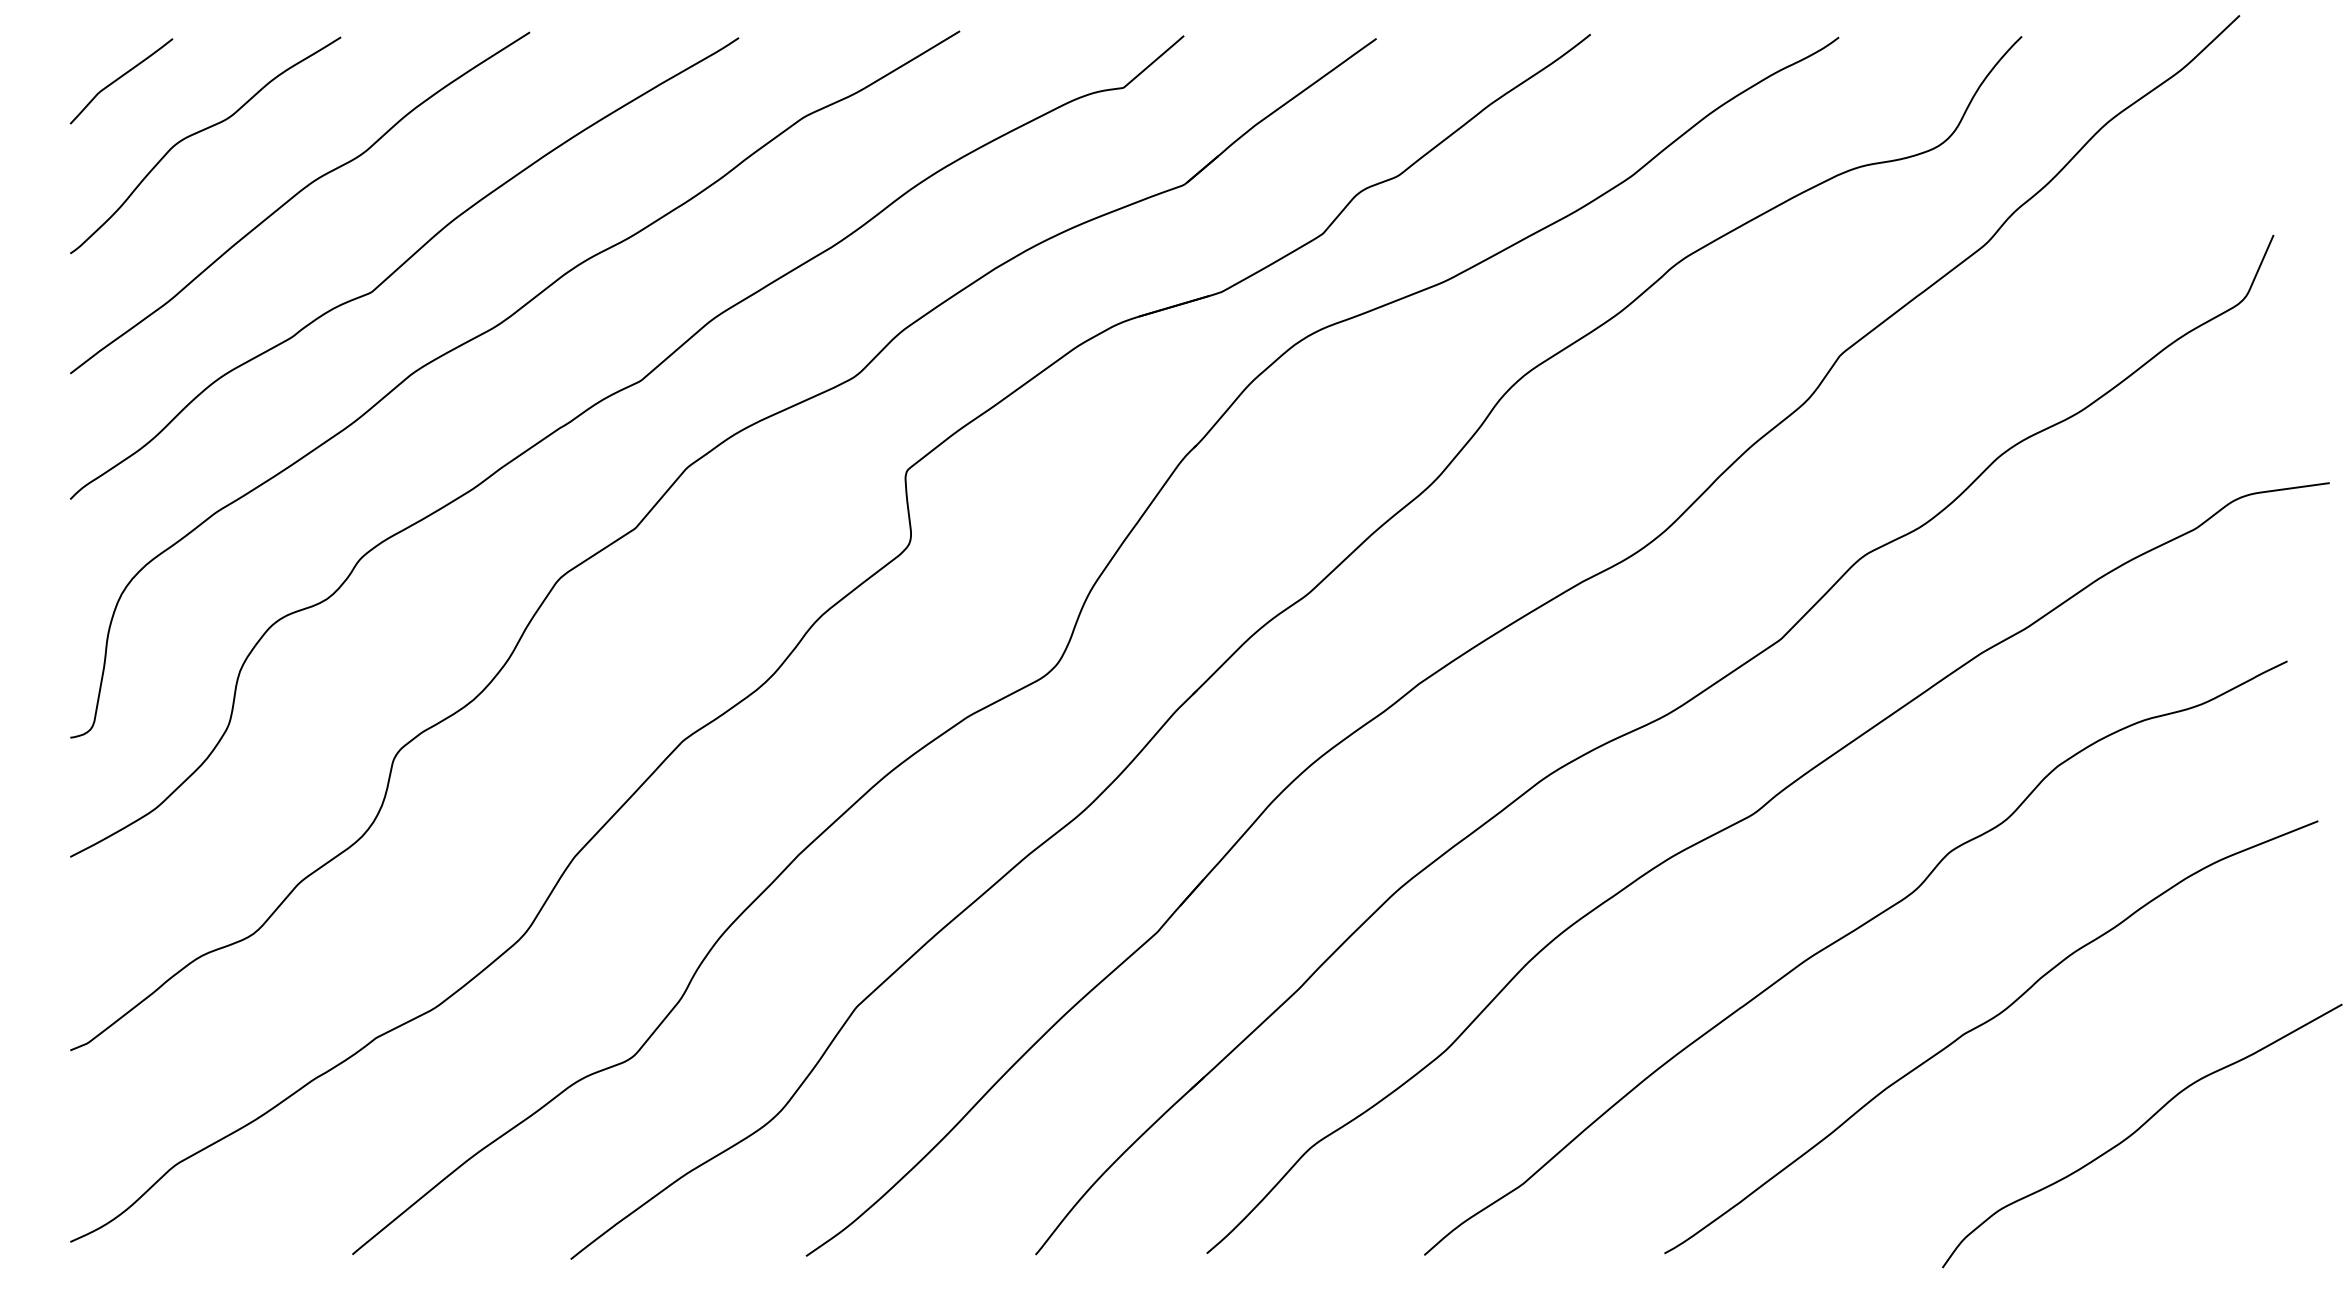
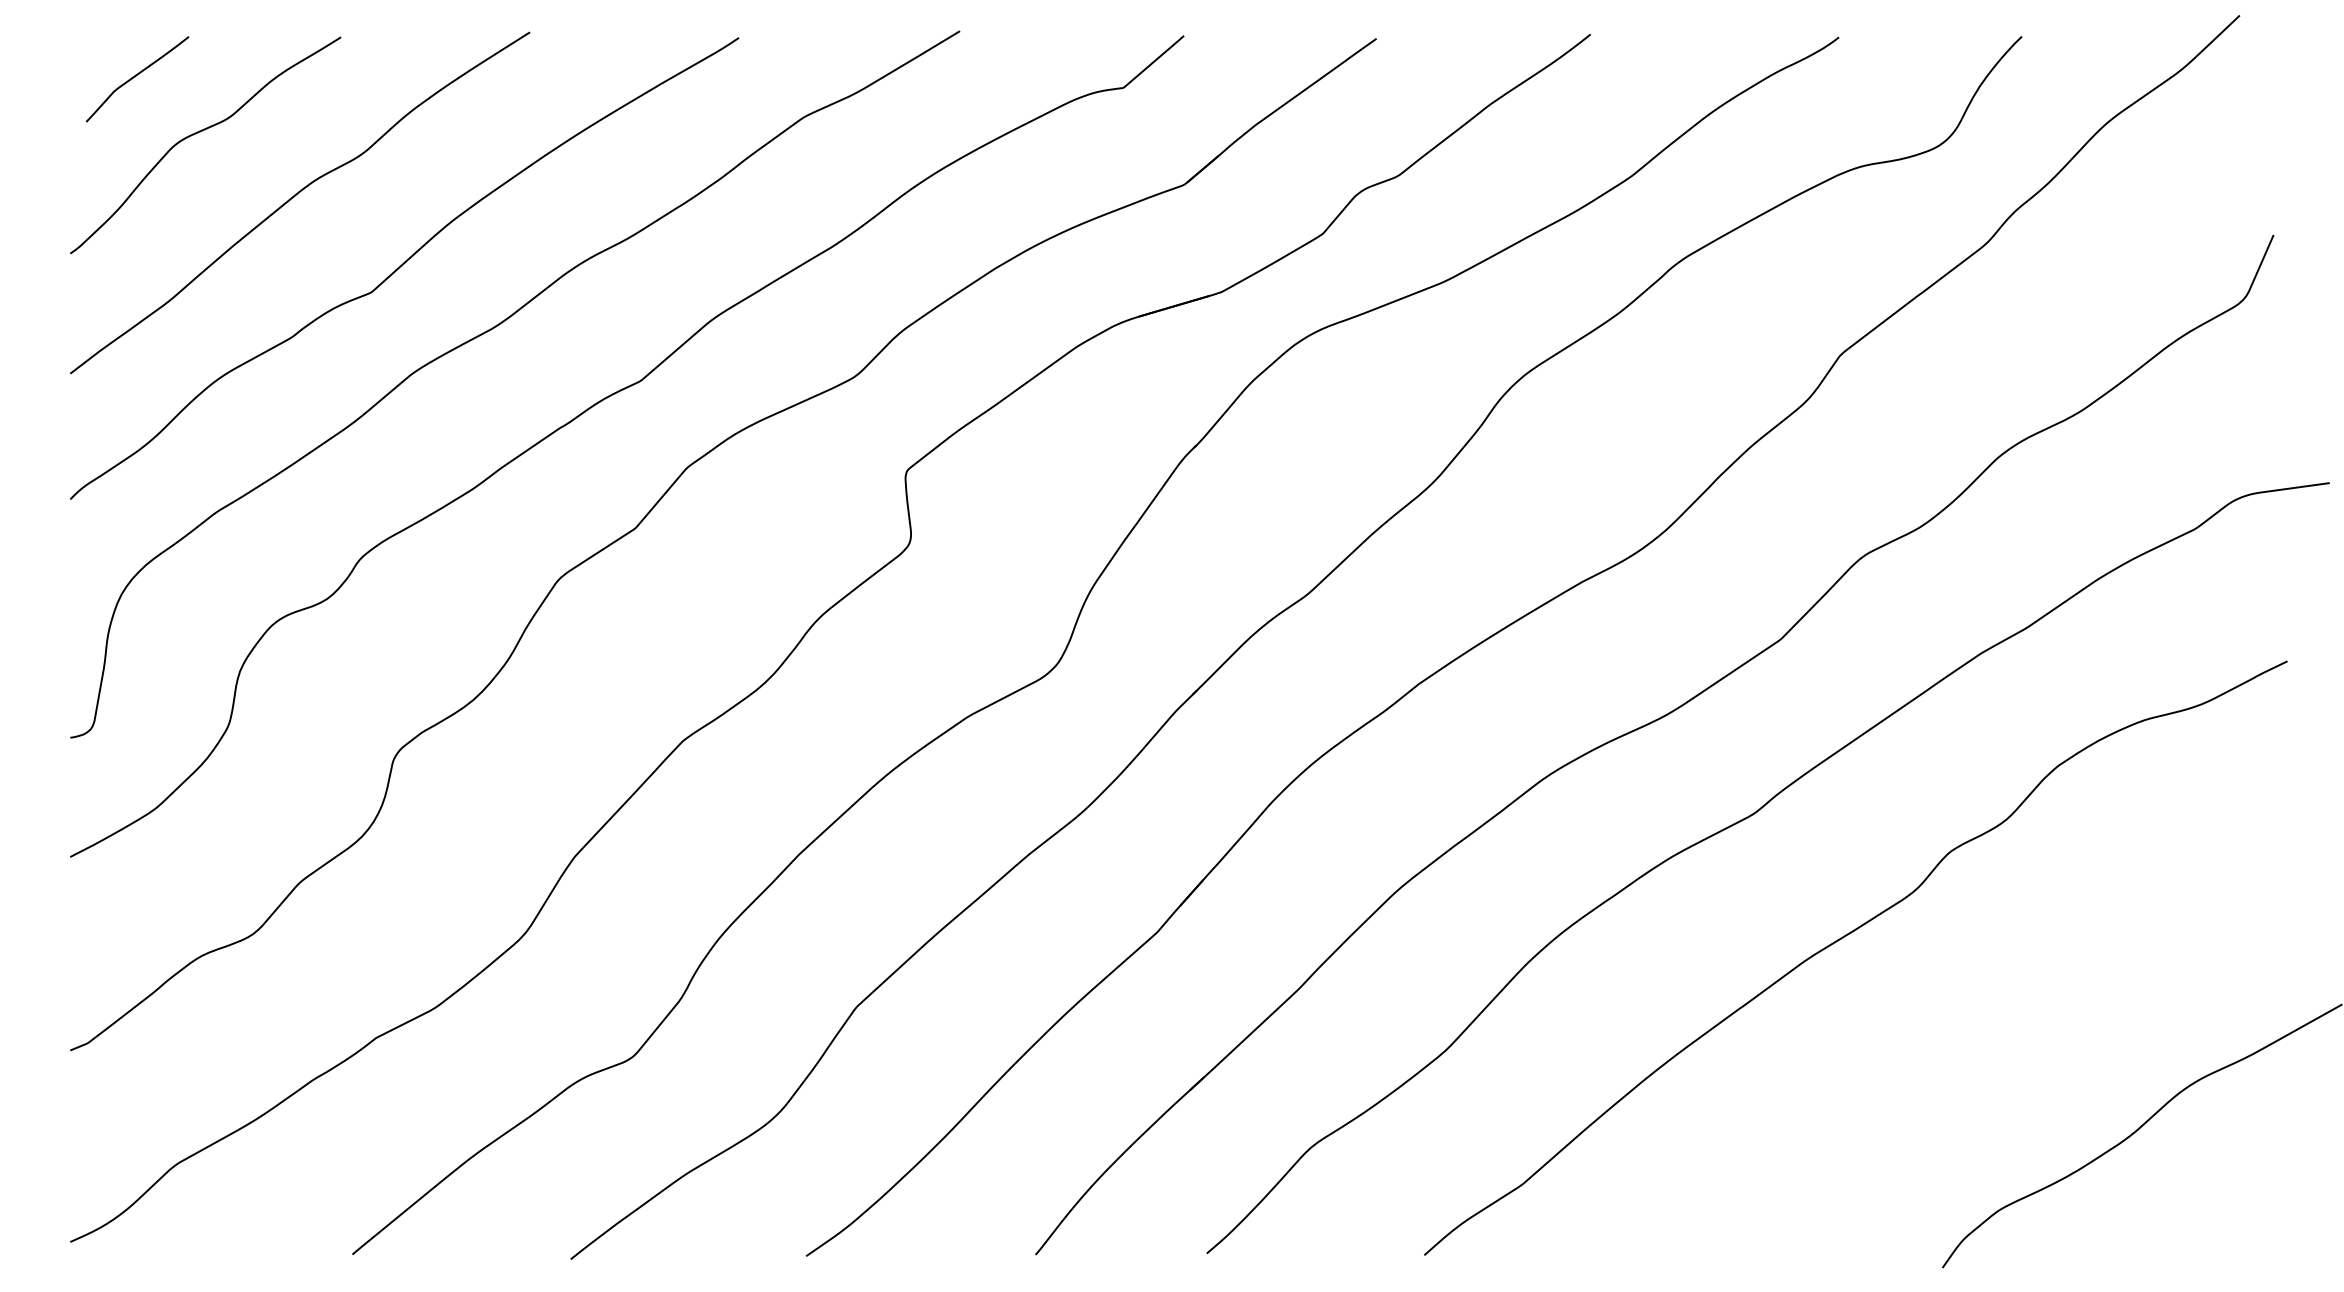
curve at (119, 79) position: (119, 79) -> (135, 77)
curve at (1984, 1024): present -> none
